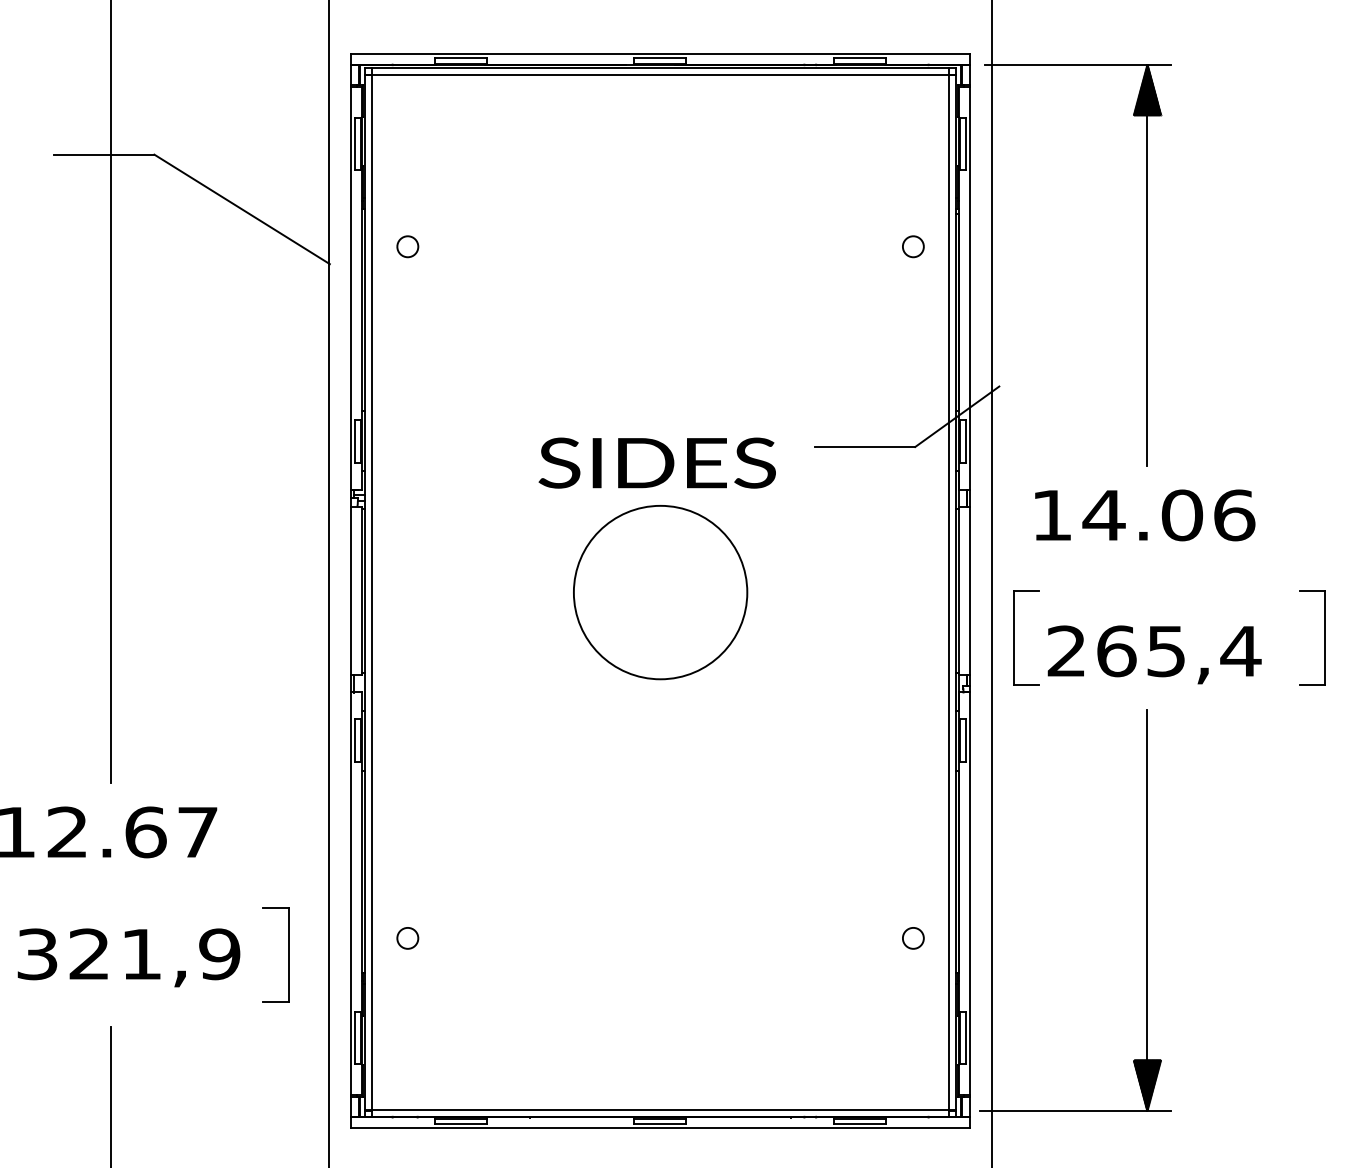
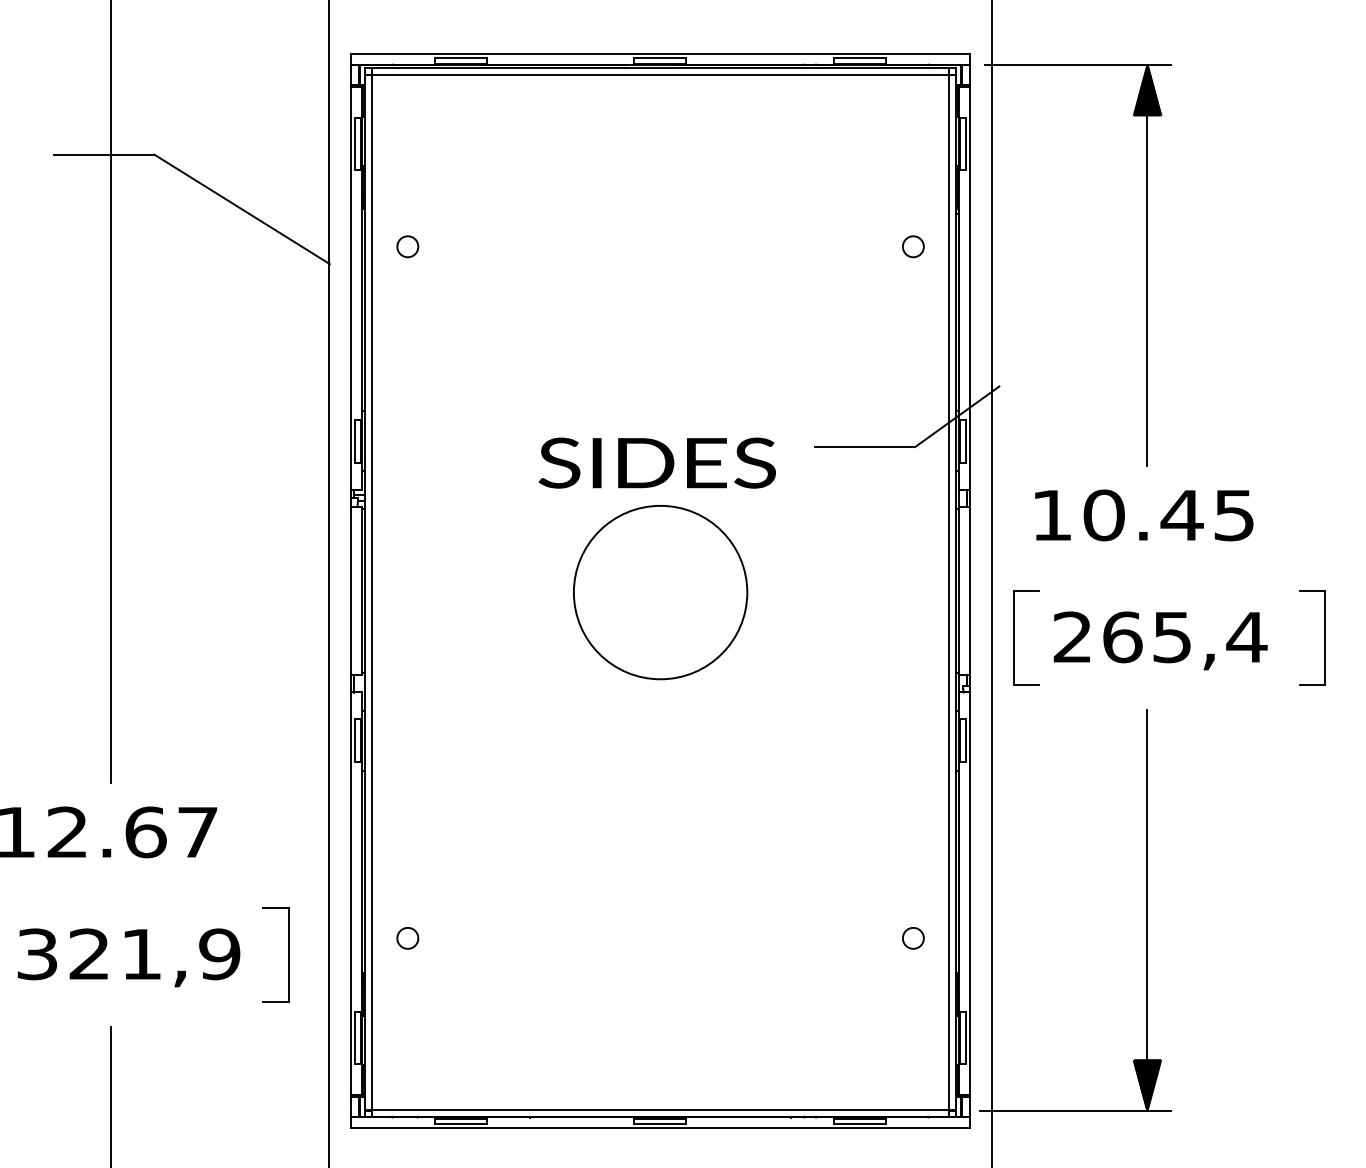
text at (1168, 515): 14.06 -> 10.45
text at (1154, 654) position: (1154, 654) -> (1160, 640)
